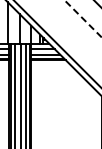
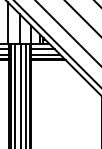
line at (82, 18): dashed -> solid
line at (67, 32): none -> present
